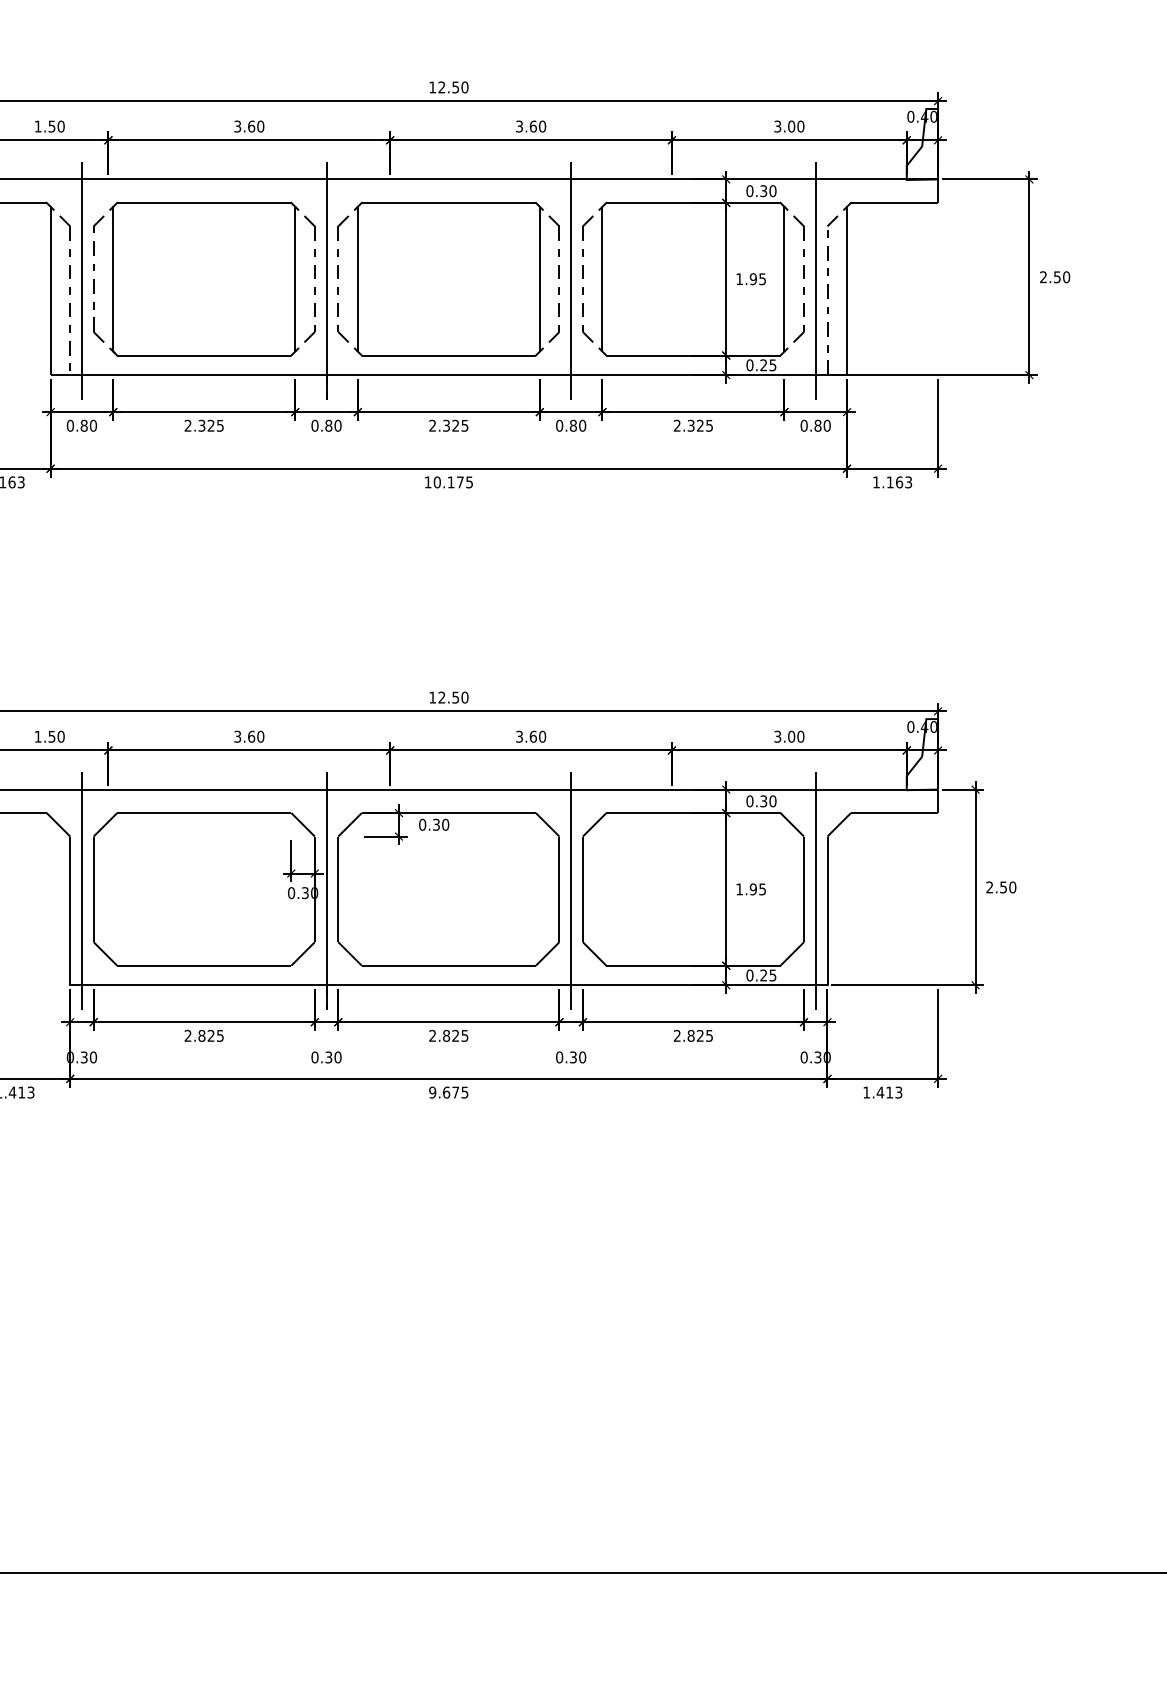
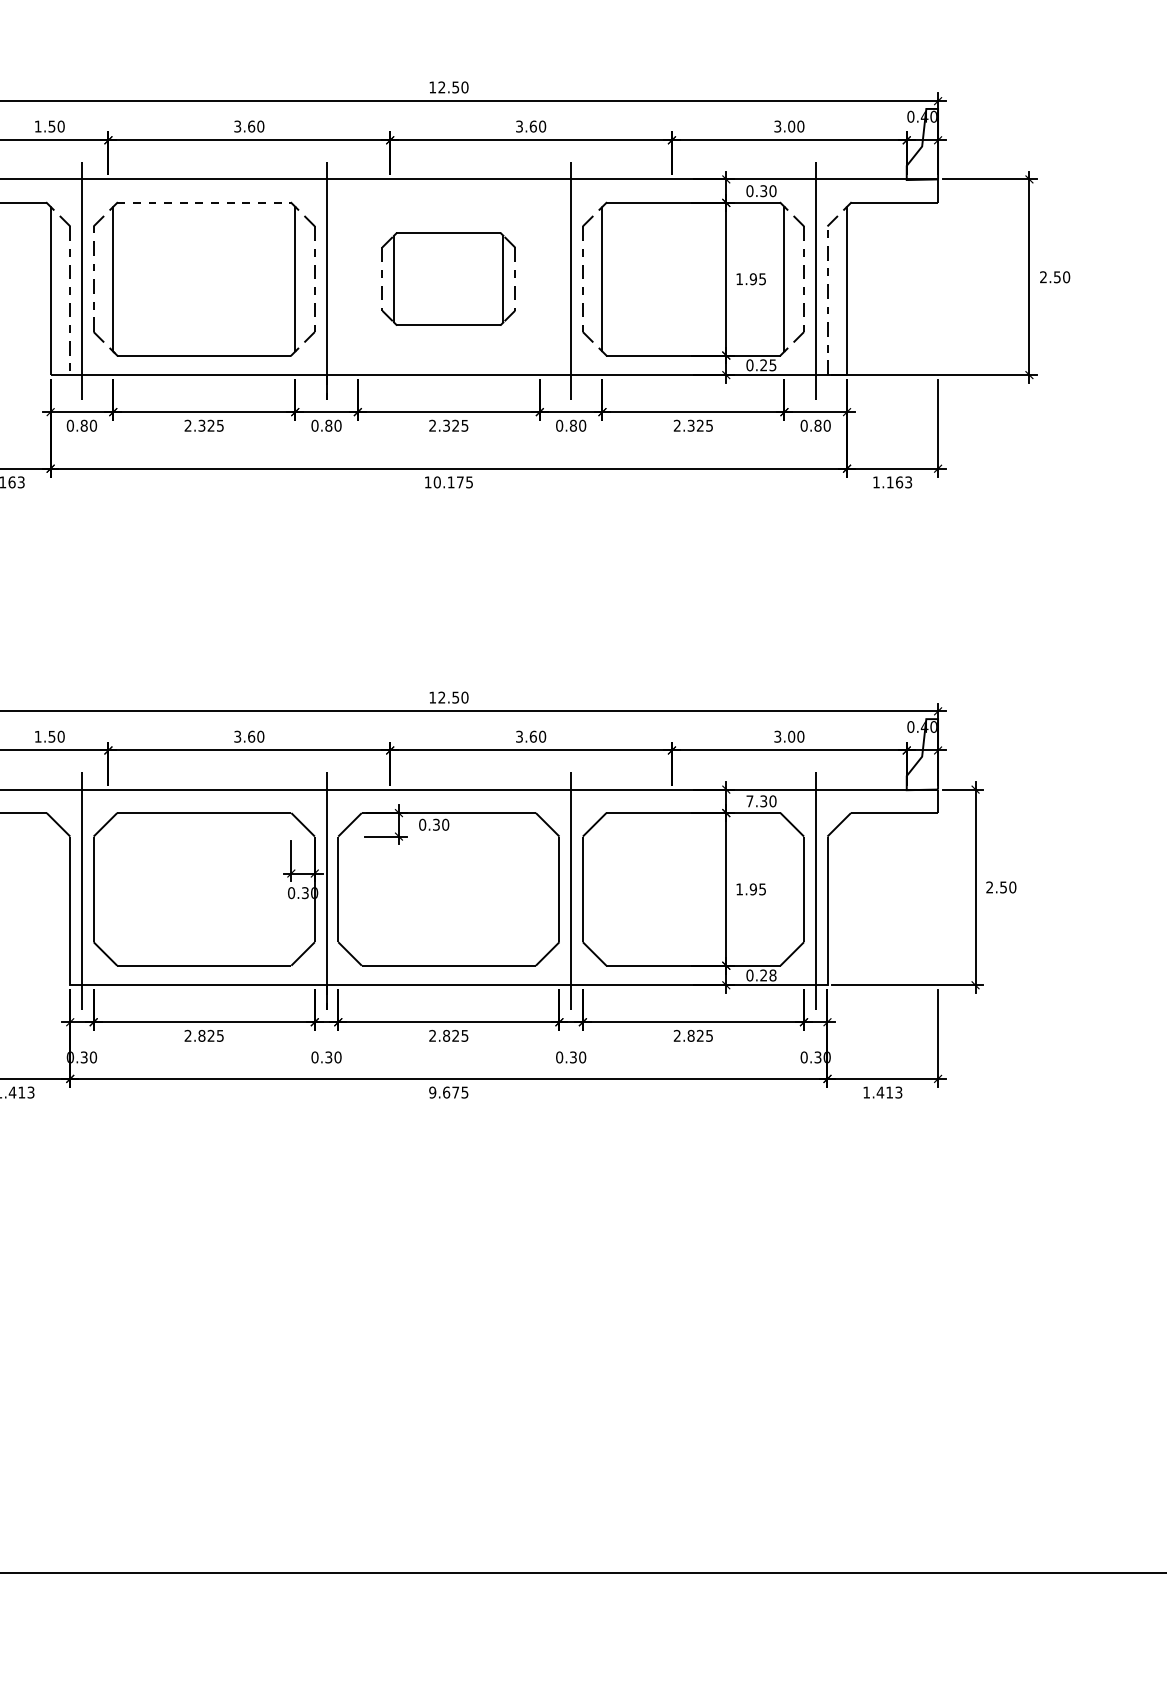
line at (204, 202): solid -> dashed
part at (448, 278) size: 223x156 px -> 135x94 px
text at (749, 801): 0.30 -> 7.30
text at (772, 975): 0.25 -> 0.28
